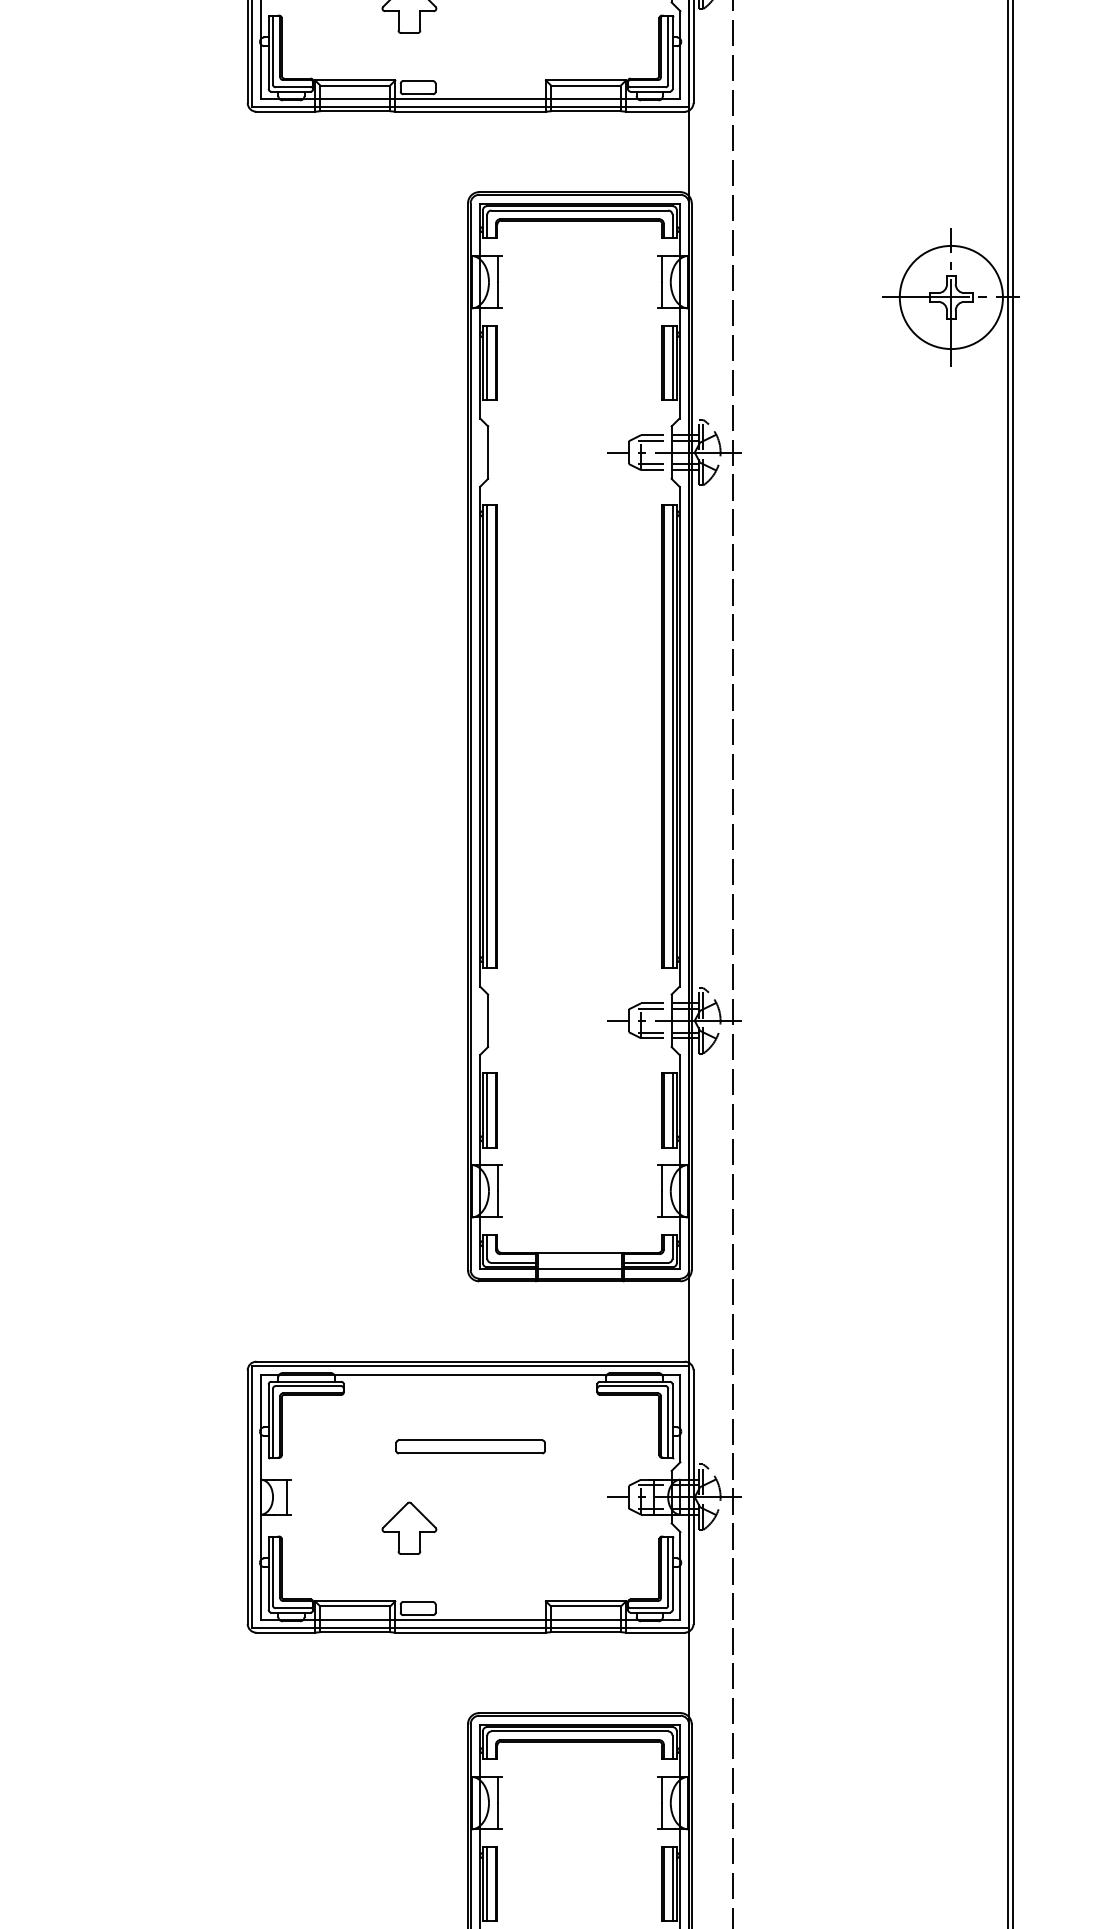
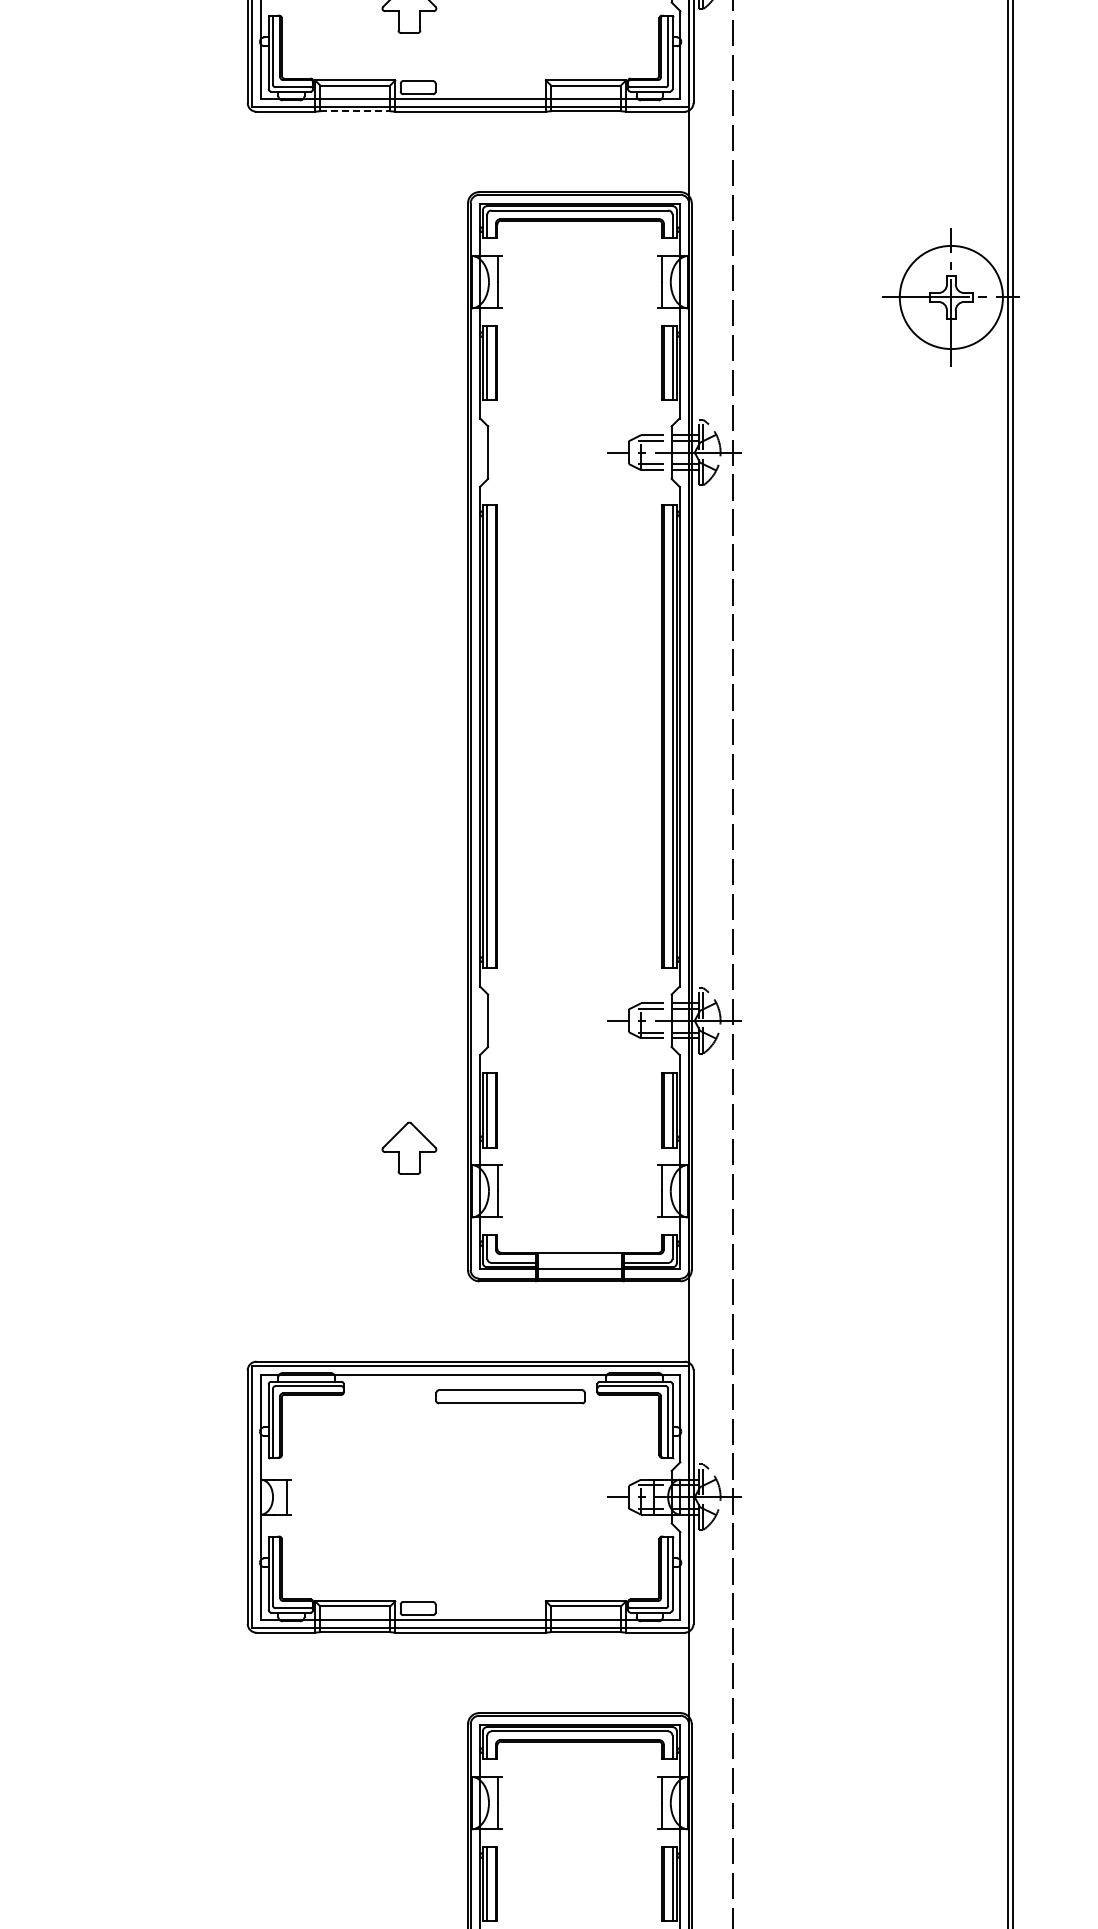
line at (355, 111): solid -> dashed
part at (470, 1446) position: (470, 1446) -> (510, 1396)
part at (409, 1527) position: (409, 1527) -> (409, 1147)
